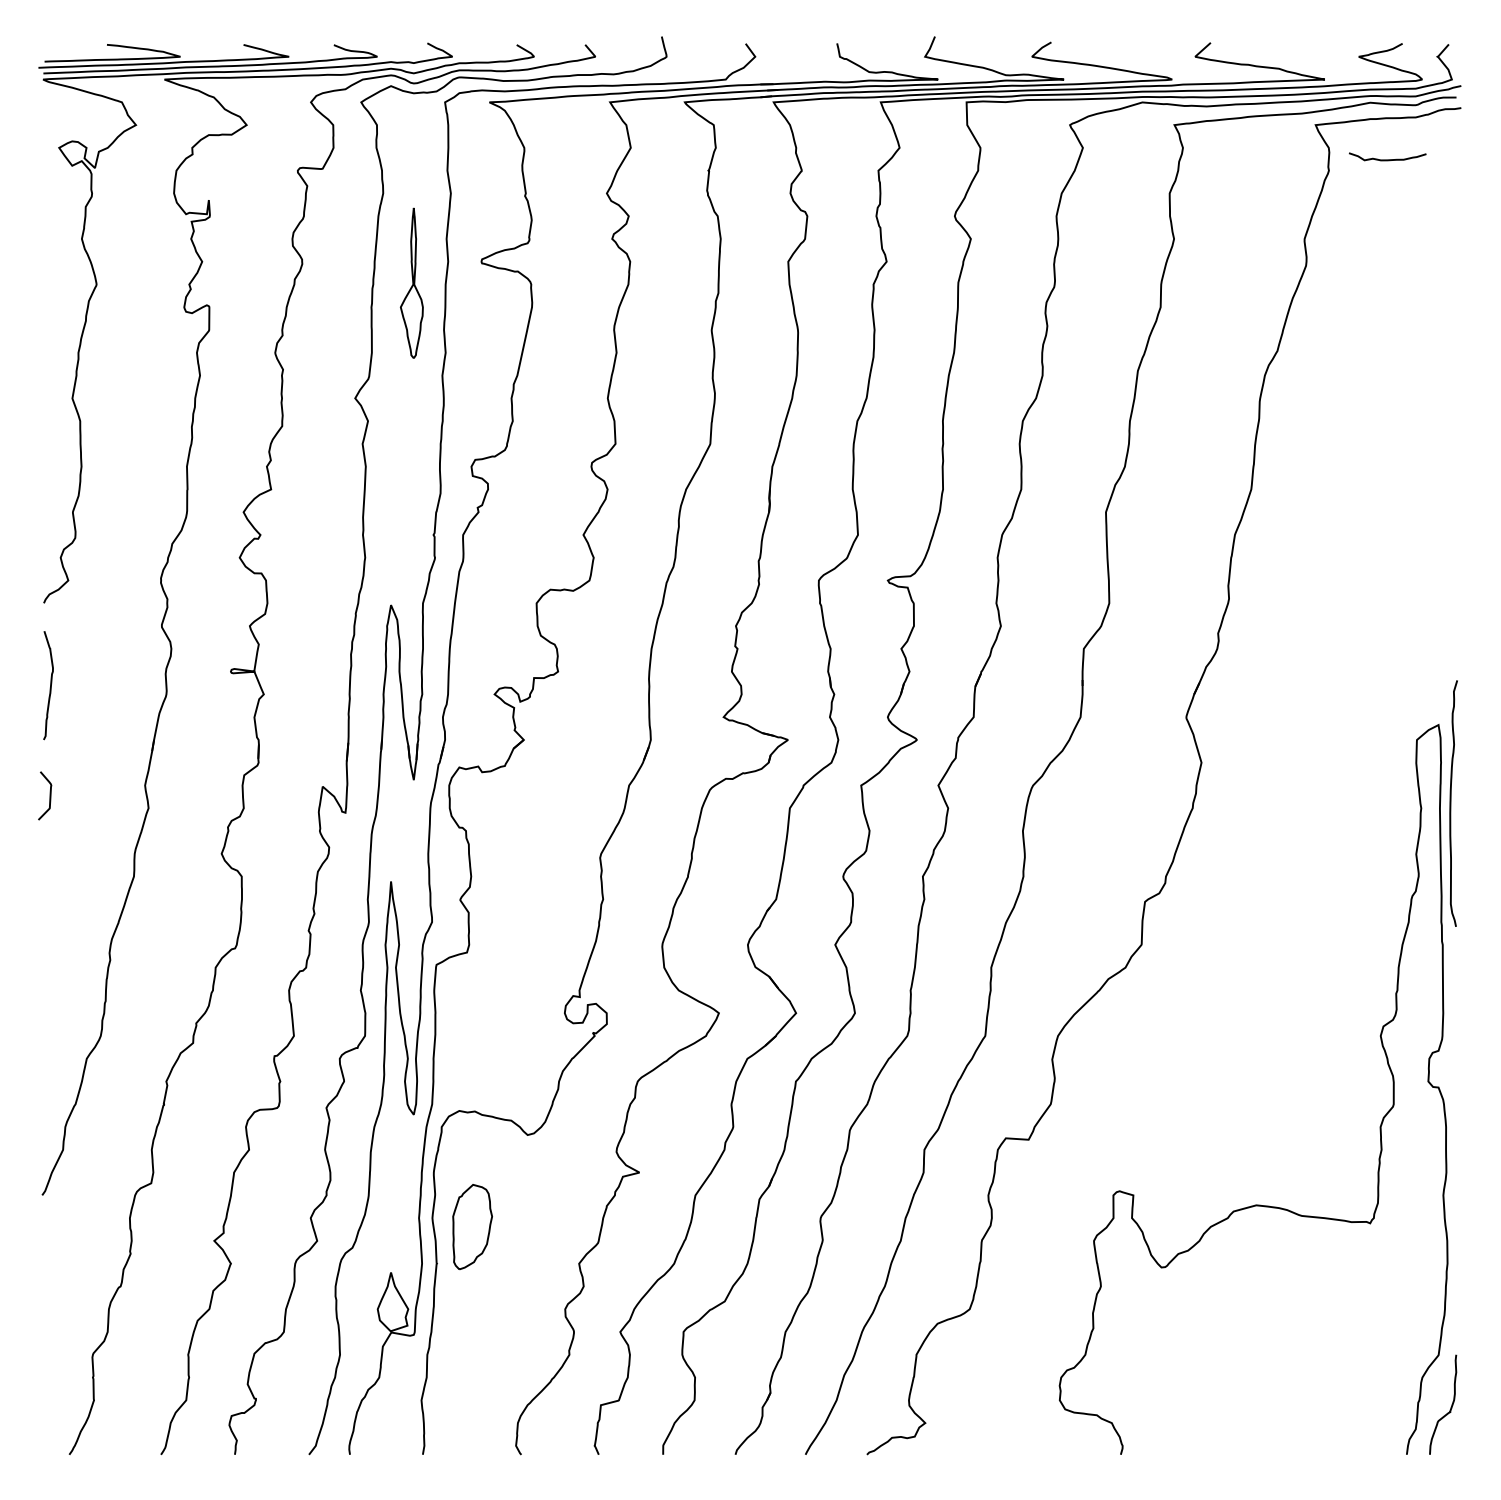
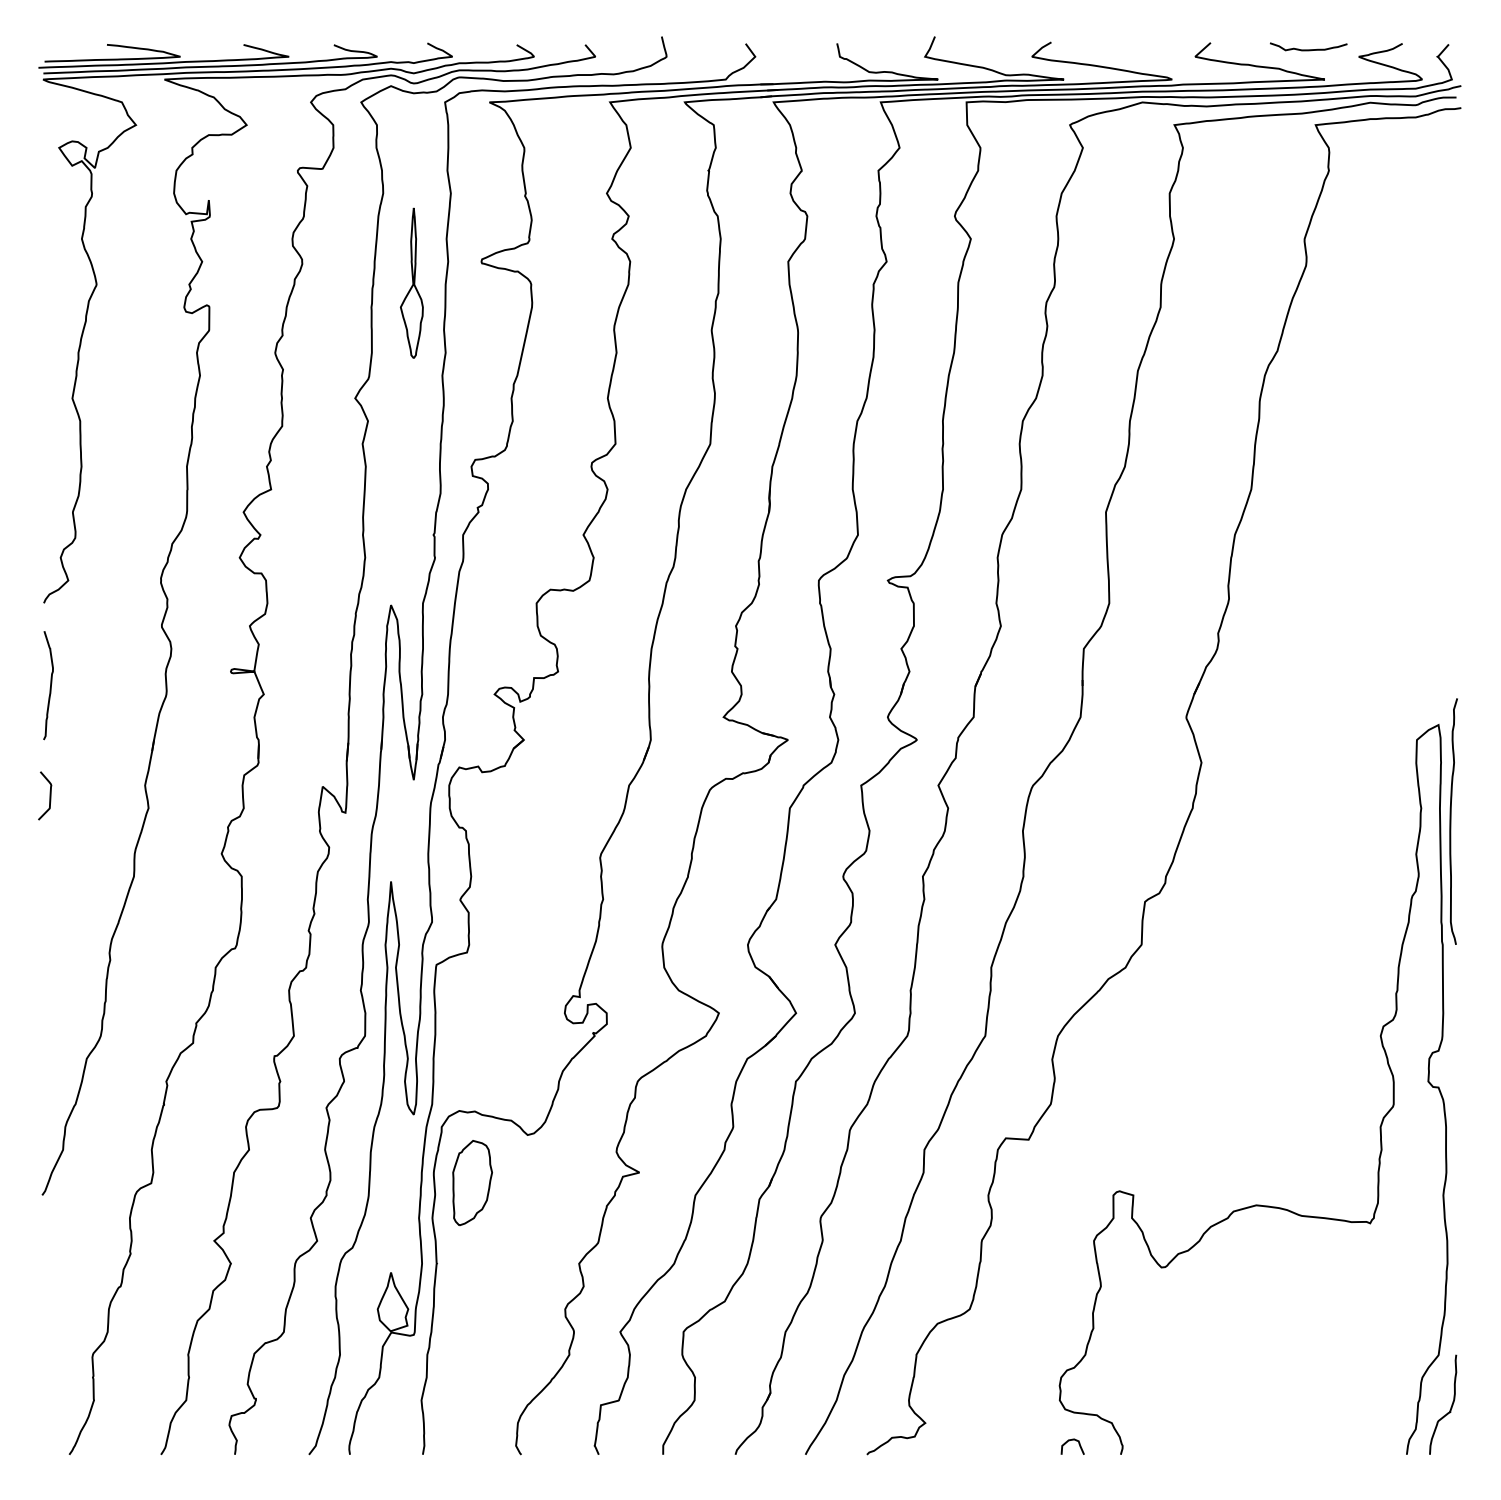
curve at (1387, 159) position: (1387, 159) -> (1308, 49)
curve at (1451, 803) position: (1451, 803) -> (1451, 821)
part at (472, 1226) position: (472, 1226) -> (472, 1182)
curve at (1069, 1441): none -> present
